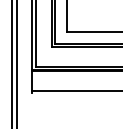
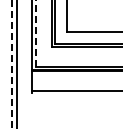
line at (36, 33): solid -> dashed
line at (12, 64): solid -> dashed
